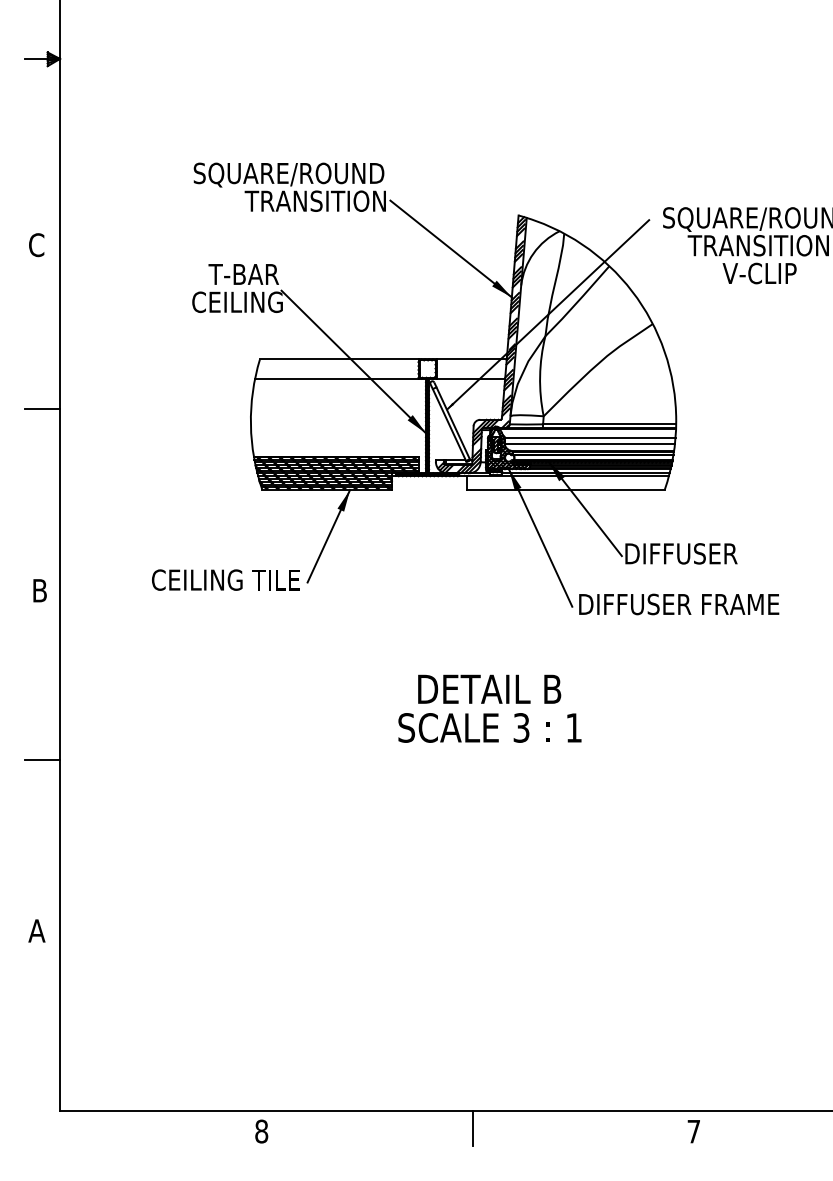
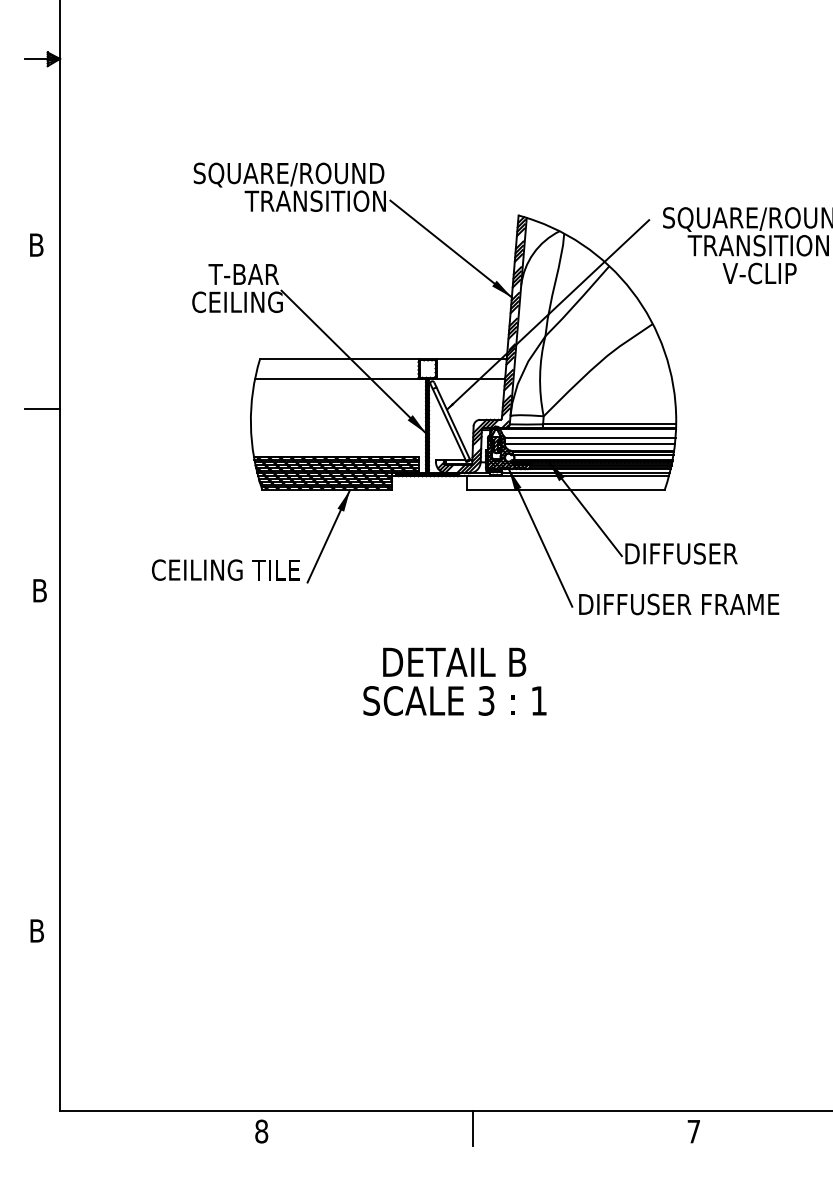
text at (36, 245): C -> B
text at (225, 579) position: (225, 579) -> (225, 569)
text at (489, 708) position: (489, 708) -> (454, 681)
line at (42, 759): present -> none
text at (36, 930): A -> B
